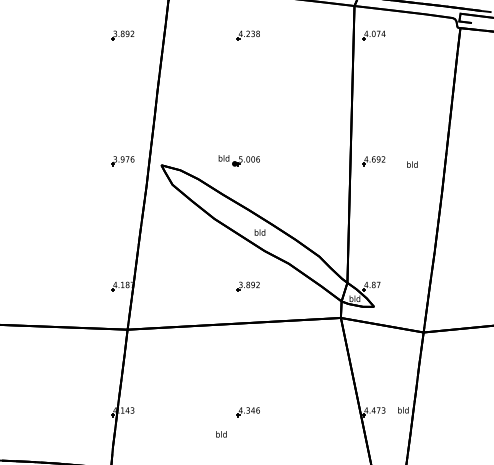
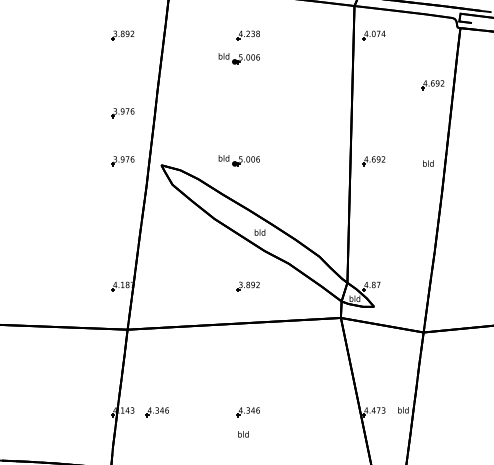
part at (238, 58): none -> present
part at (432, 85): none -> present
part at (122, 113): none -> present
text at (412, 164) position: (412, 164) -> (428, 163)
part at (156, 412): none -> present
text at (221, 434) position: (221, 434) -> (243, 434)
